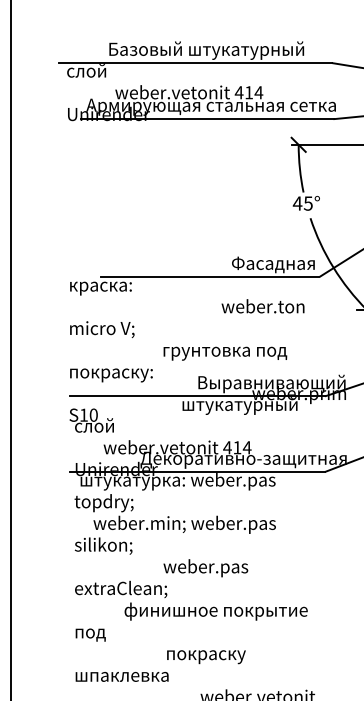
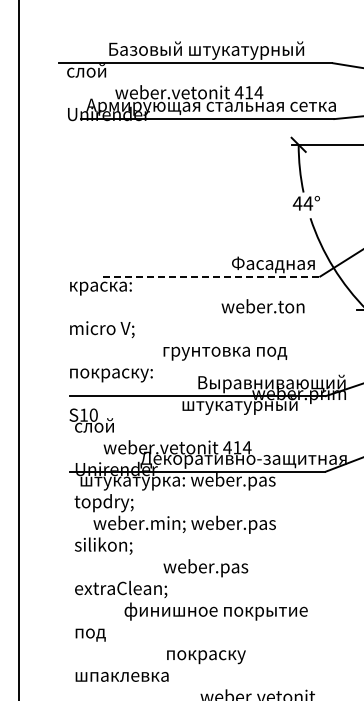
text at (308, 203): 45° -> 44°
line at (209, 277): solid -> dashed
line at (10, 349) position: (10, 349) -> (18, 349)
